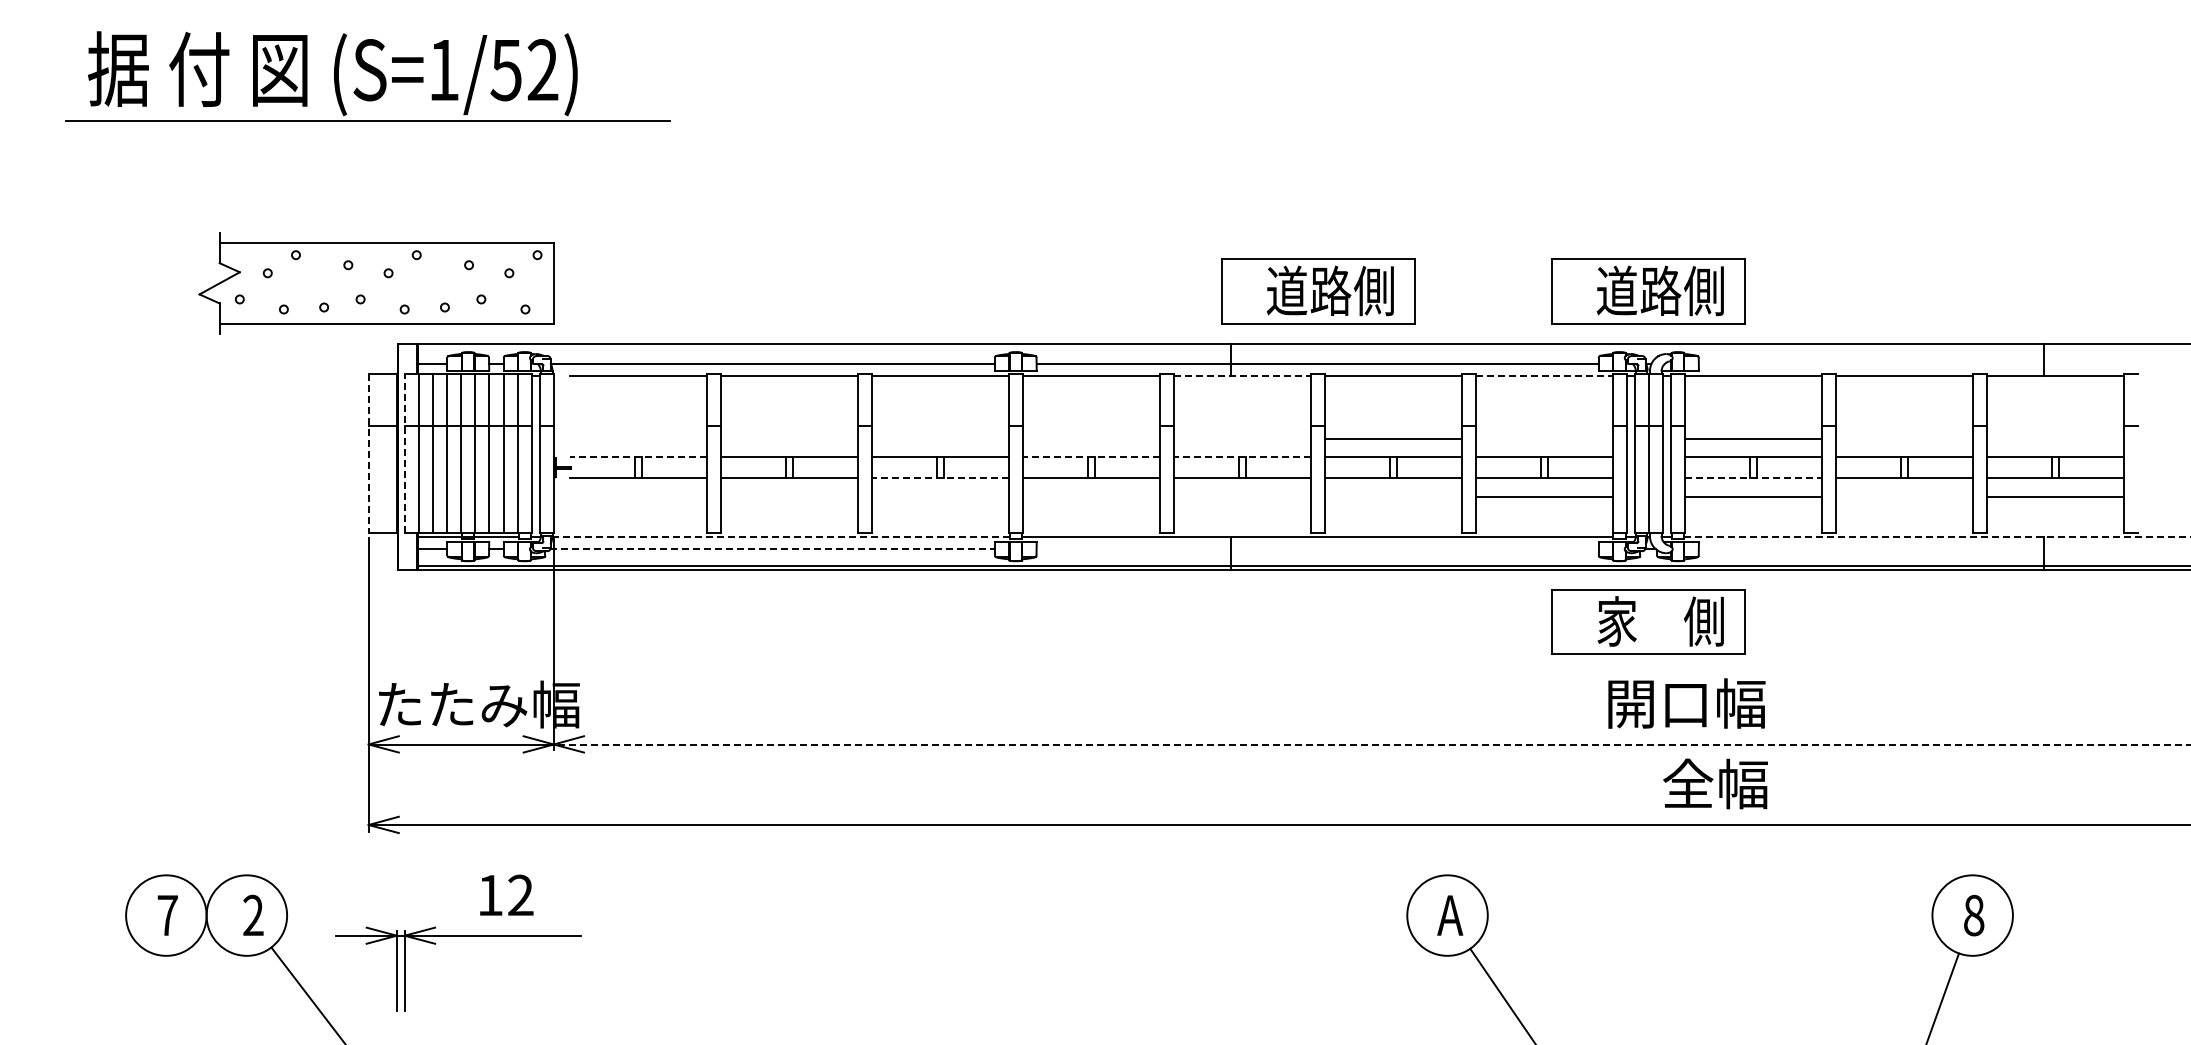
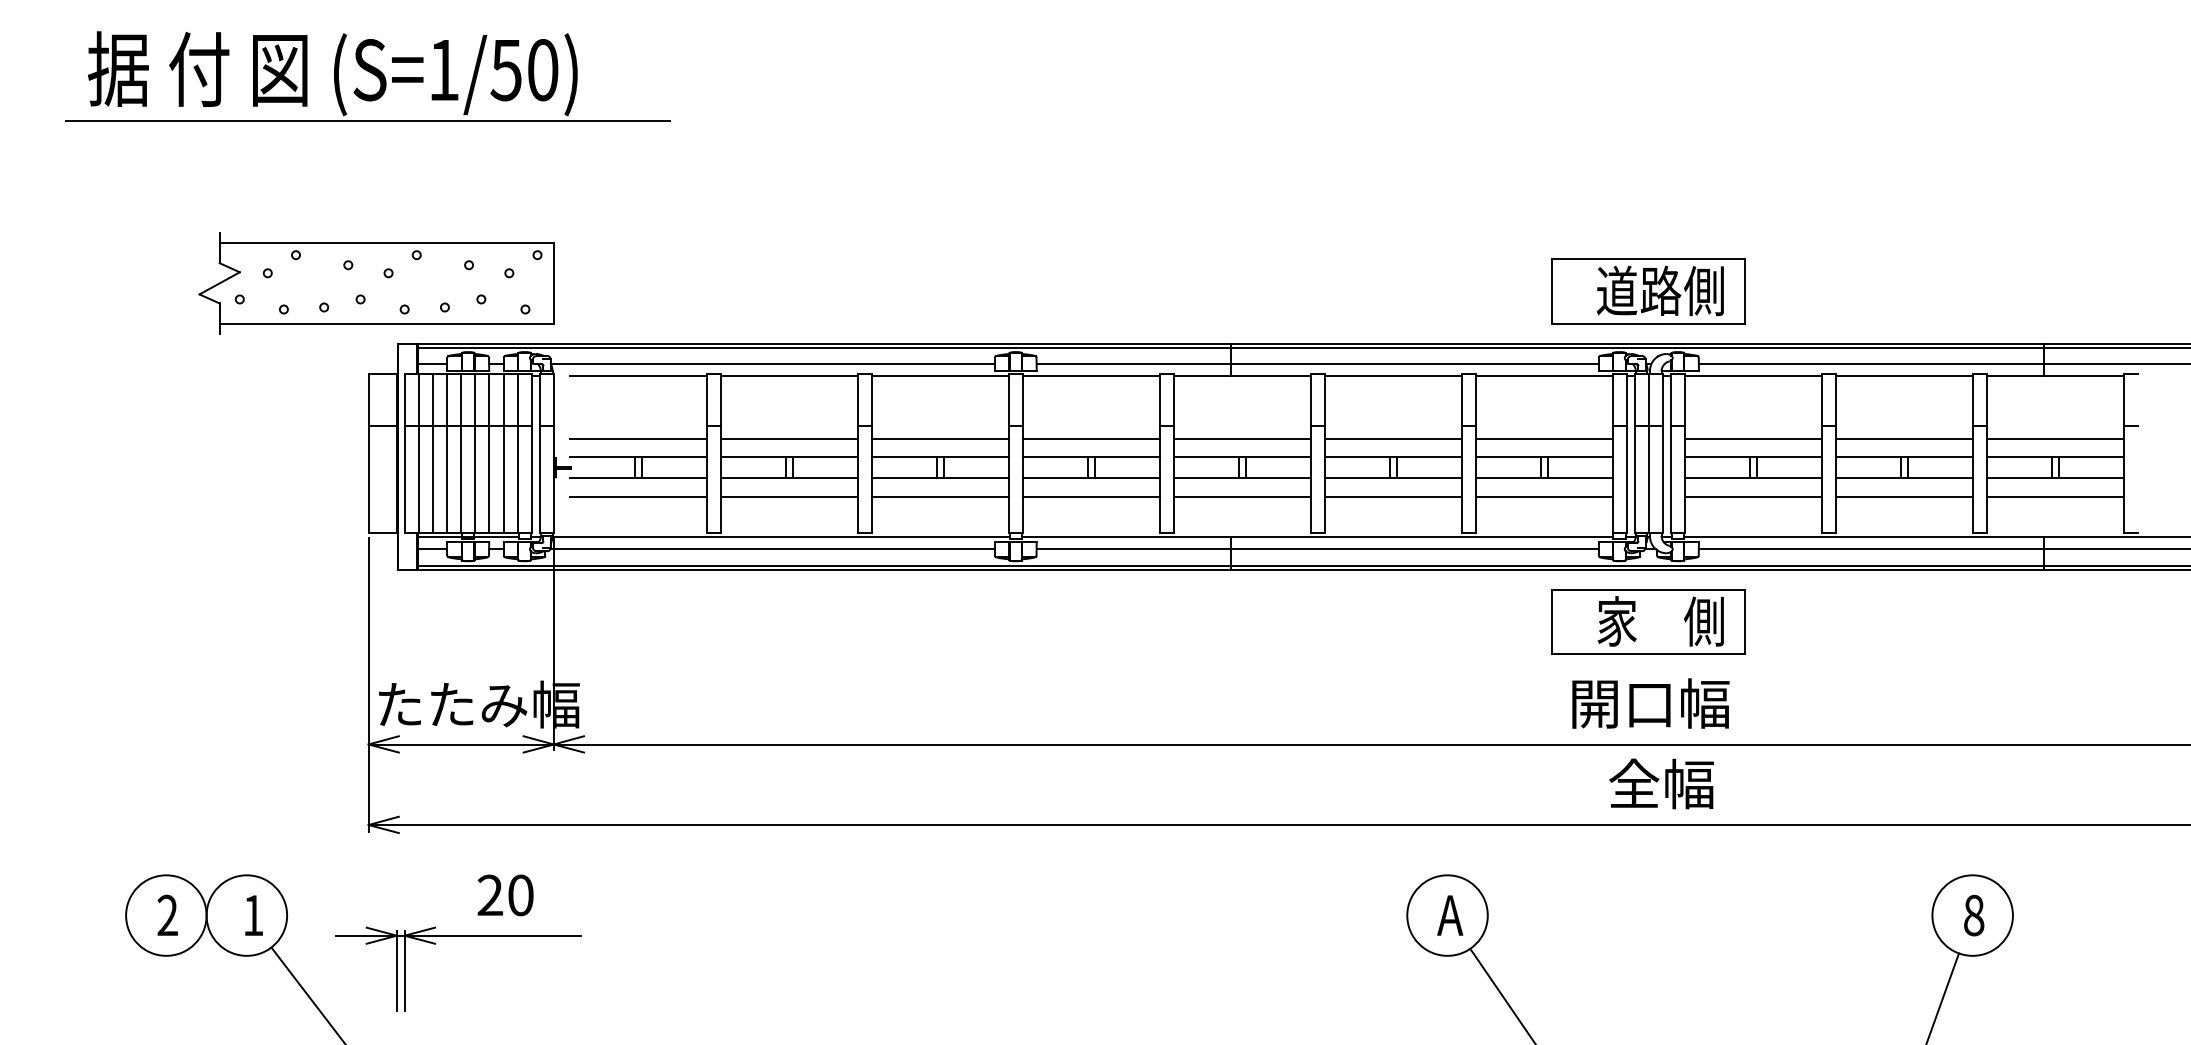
text at (542, 70): (S=1/52) -> (S=1/50)
part at (1318, 291): present -> none
line at (1302, 347): none -> present
line at (1942, 363): none -> present
line at (1242, 375): dashed -> solid
line at (1544, 375): dashed -> solid
line at (637, 438): none -> present
line at (788, 438): none -> present
line at (939, 438): none -> present
line at (1090, 438): none -> present
line at (1241, 438): none -> present
line at (1543, 438): none -> present
line at (1903, 438): none -> present
line at (2054, 438): none -> present
line at (368, 453): dashed -> solid
line at (404, 453): dashed -> solid
line at (637, 457): dashed -> solid
line at (1090, 457): dashed -> solid
line at (1241, 457): dashed -> solid
line at (939, 478): dashed -> solid
line at (1753, 478): dashed -> solid
line at (637, 496): none -> present
line at (788, 496): none -> present
line at (939, 496): none -> present
line at (1090, 496): none -> present
line at (1241, 496): none -> present
line at (1392, 496): none -> present
line at (1903, 496): none -> present
line at (781, 537): dashed -> solid
line at (1937, 537): dashed -> solid
line at (773, 549): dashed -> solid
line at (1317, 549): none -> present
line at (1942, 549): none -> present
text at (1686, 703) position: (1686, 703) -> (1650, 703)
line at (1371, 744): dashed -> solid
text at (1715, 783) position: (1715, 783) -> (1661, 783)
text at (505, 895): 12 -> 20
text at (167, 914): 7 -> 2
text at (253, 914): 2 -> 1
